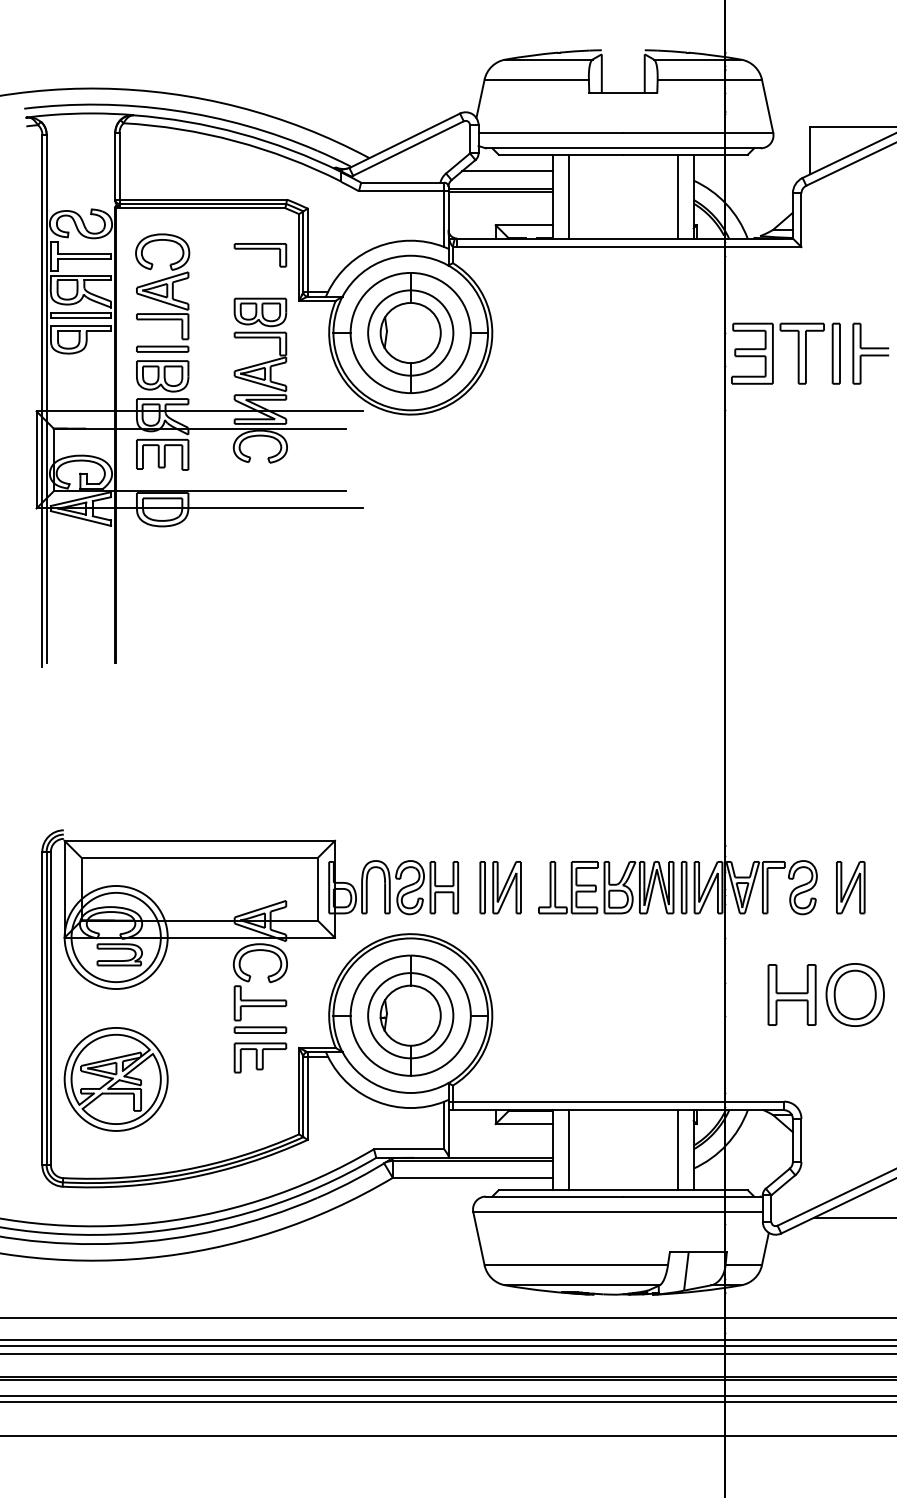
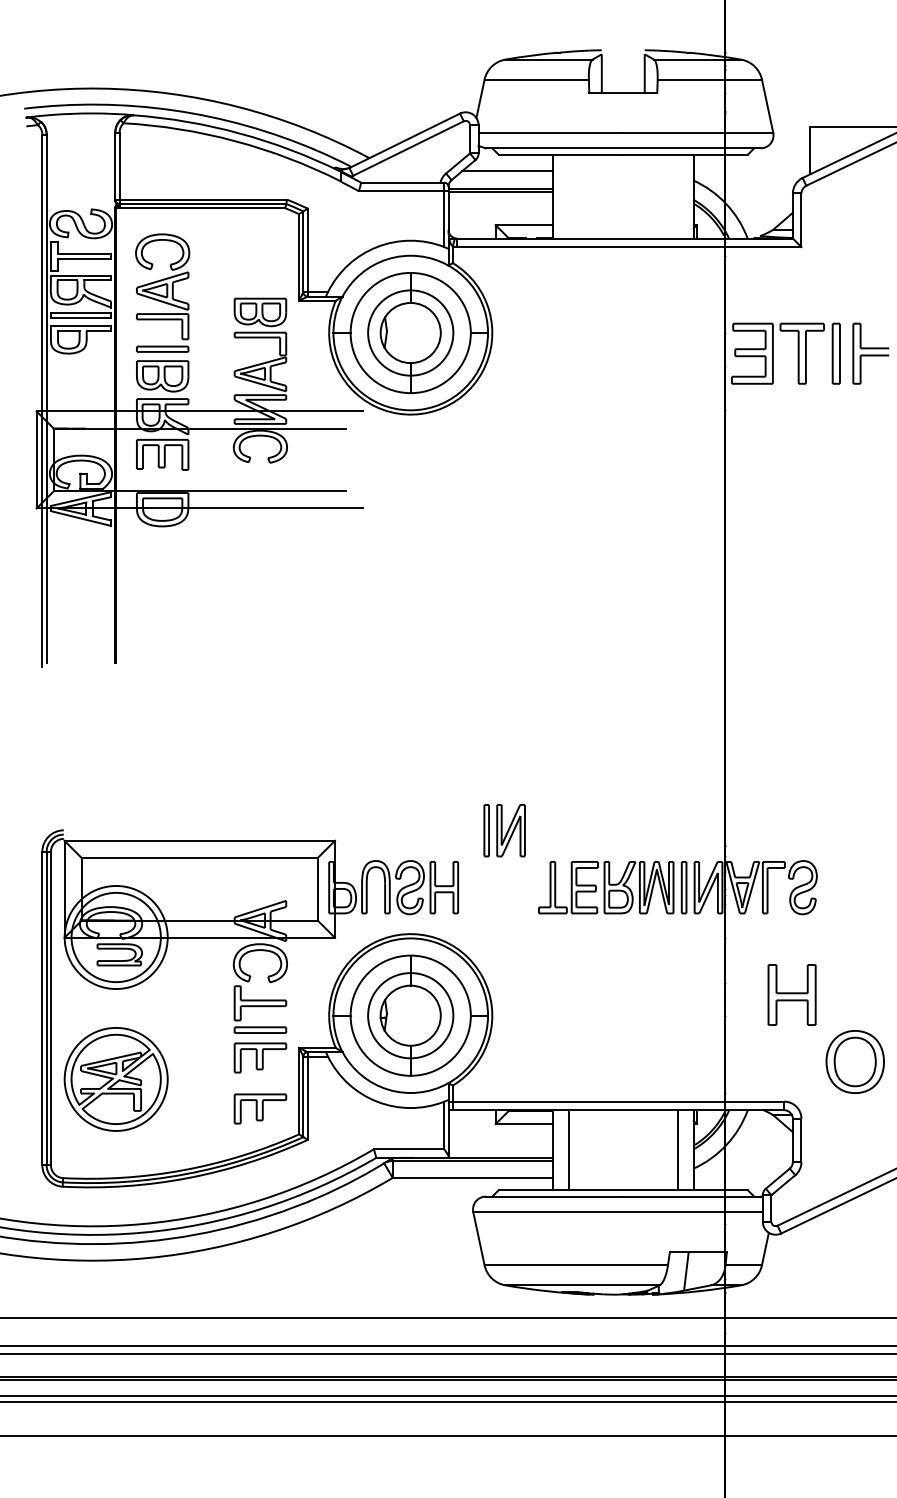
line at (568, 196): present -> none
line at (677, 196): present -> none
part at (260, 255): present -> none
part at (500, 887) position: (500, 887) -> (504, 830)
part at (850, 887): present -> none
part at (854, 994) position: (854, 994) -> (854, 1061)
part at (260, 1108): none -> present
line at (853, 1217): present -> none
line at (447, 1339): present -> none
